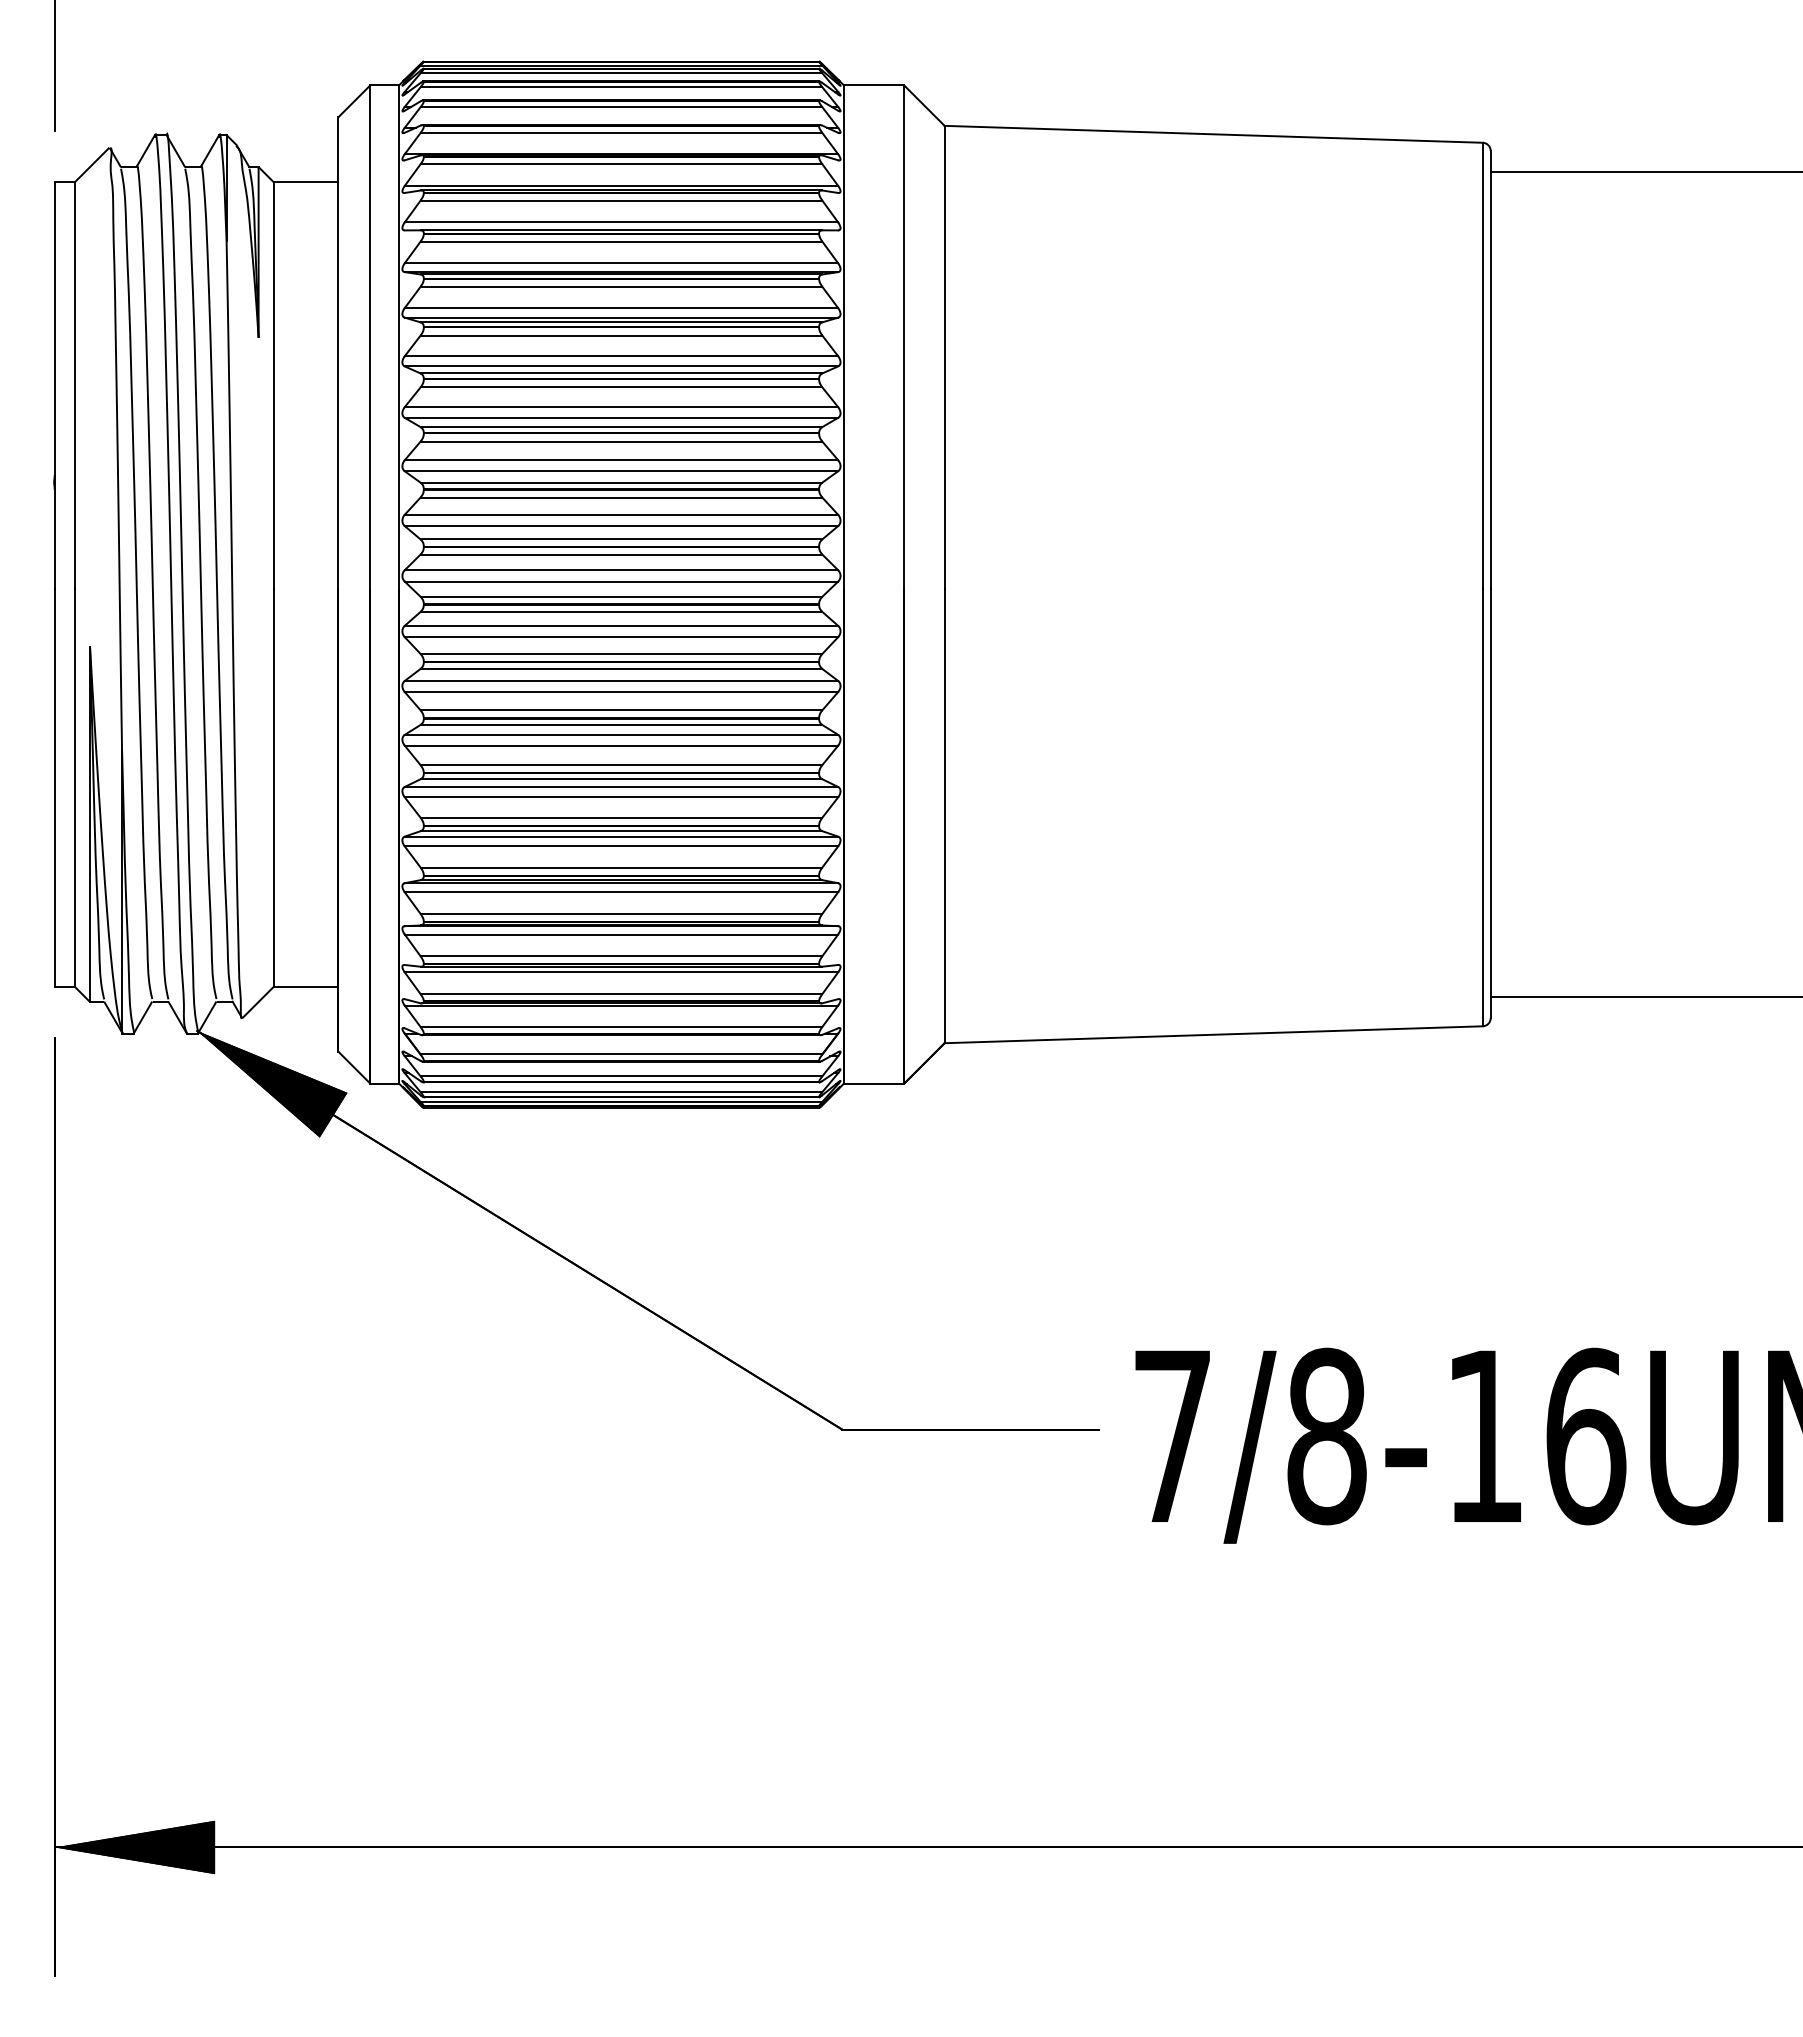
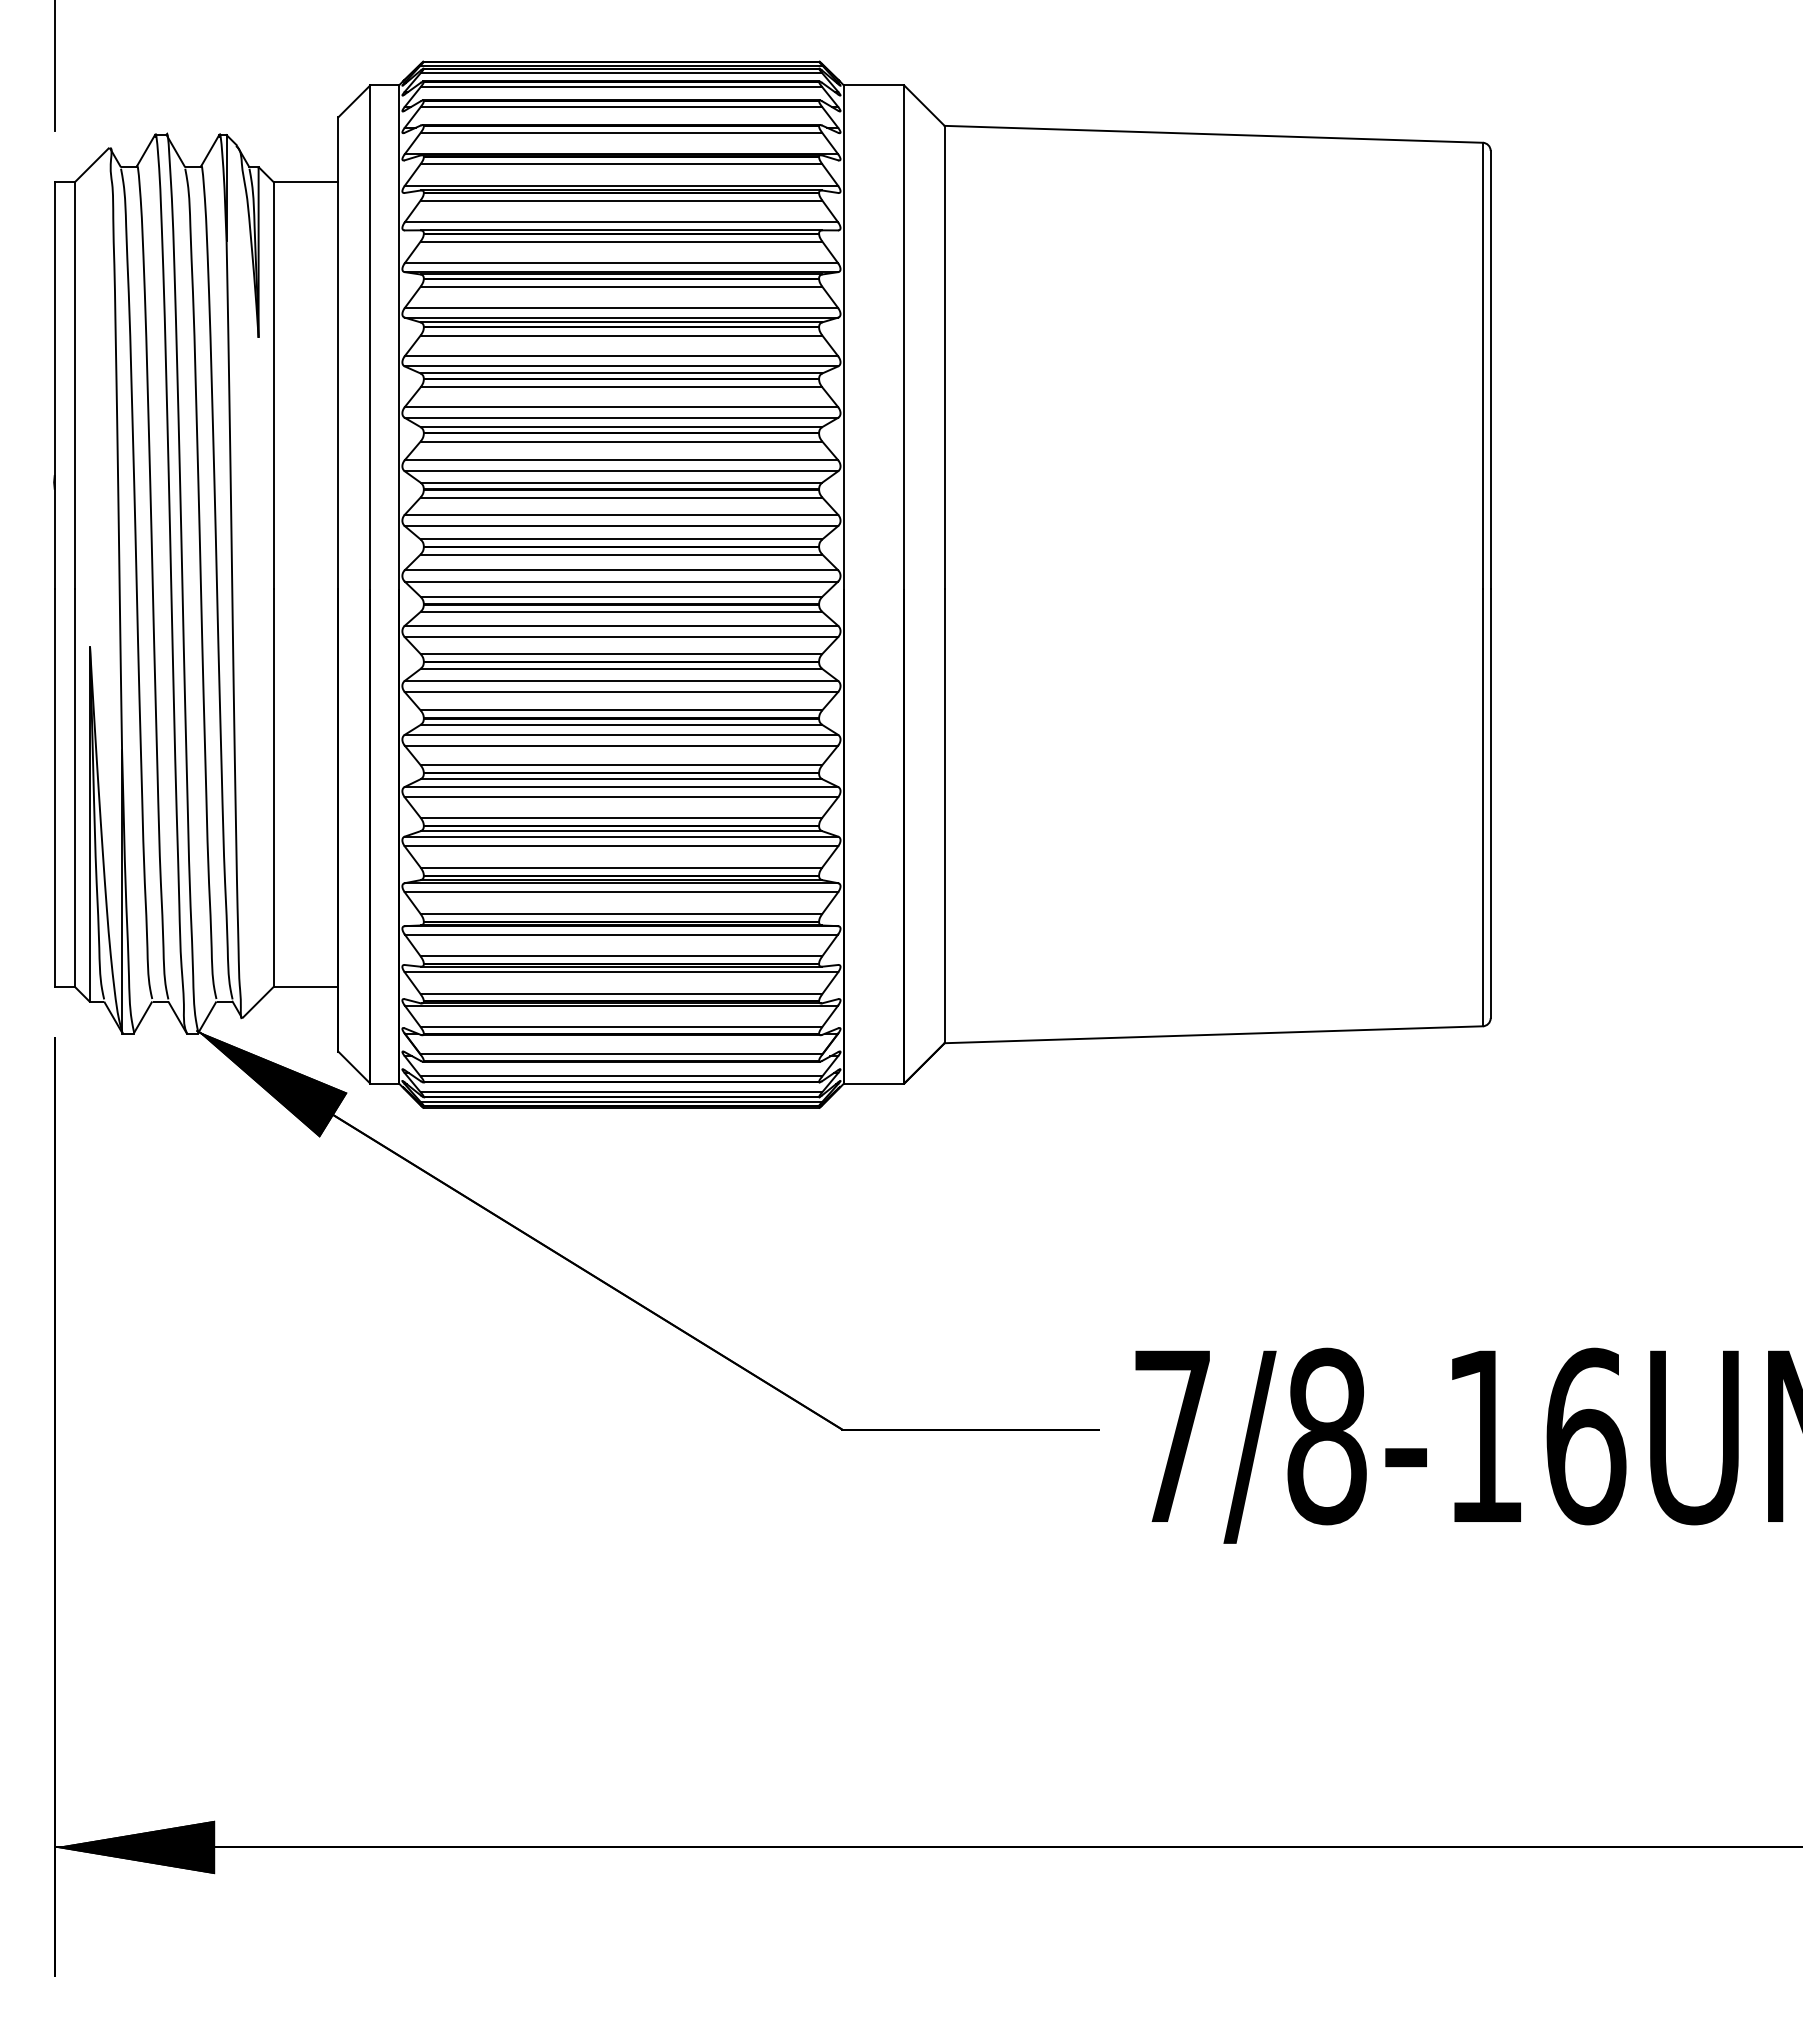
line at (1644, 171): present -> none
line at (1644, 997): present -> none
